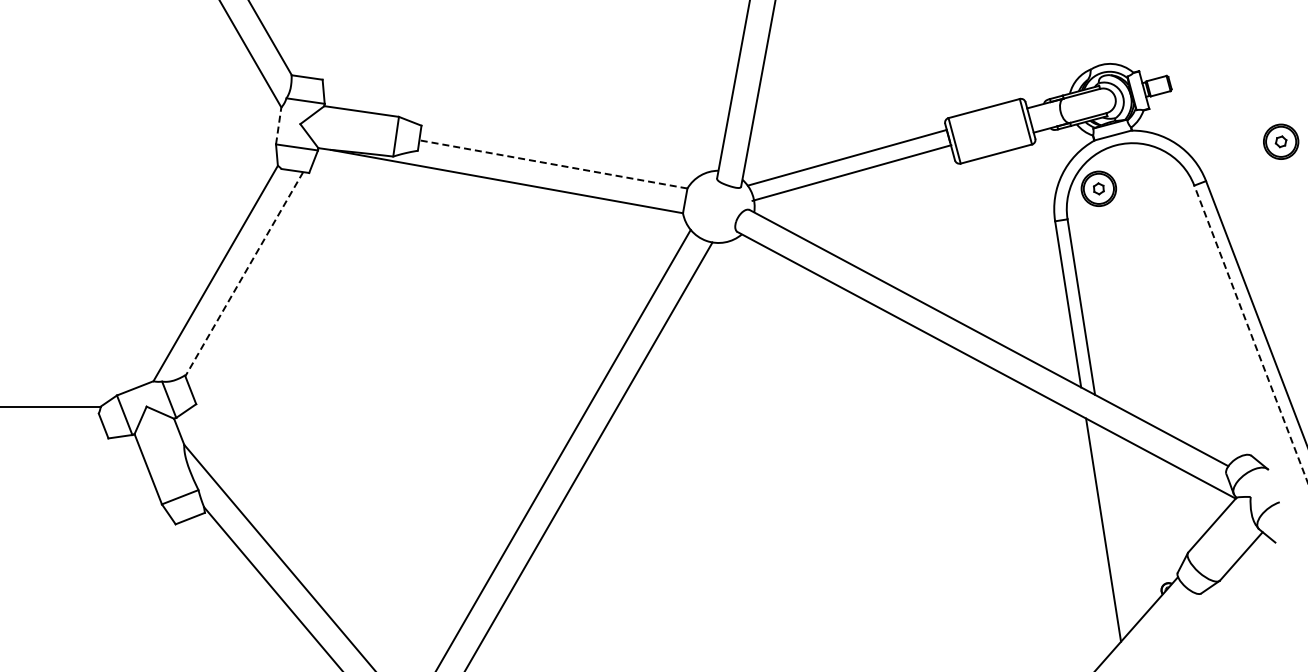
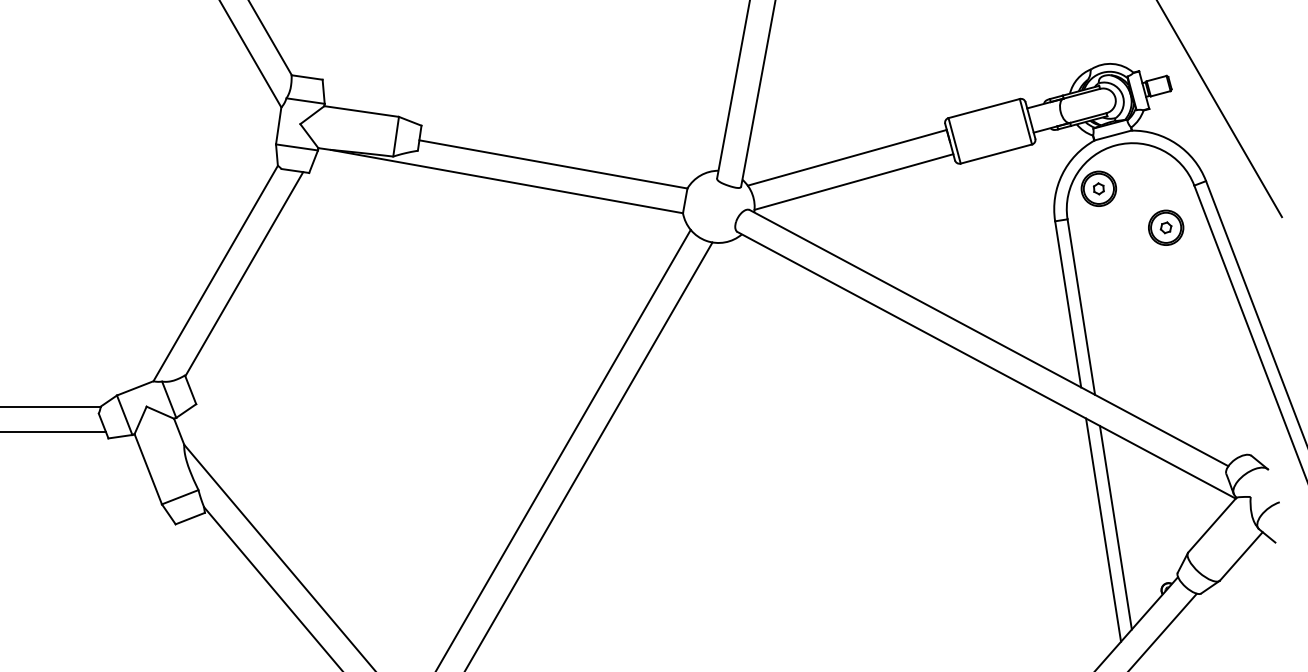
line at (1219, 109): none -> present
line at (278, 125): dashed -> solid
part at (1281, 141) position: (1281, 141) -> (1166, 227)
line at (552, 164): dashed -> solid
line at (851, 172) position: (851, 172) -> (853, 181)
line at (244, 274): dashed -> solid
line at (1250, 333): dashed -> solid
line at (53, 431): none -> present
line at (1115, 527): none -> present
line at (1163, 630): none -> present
